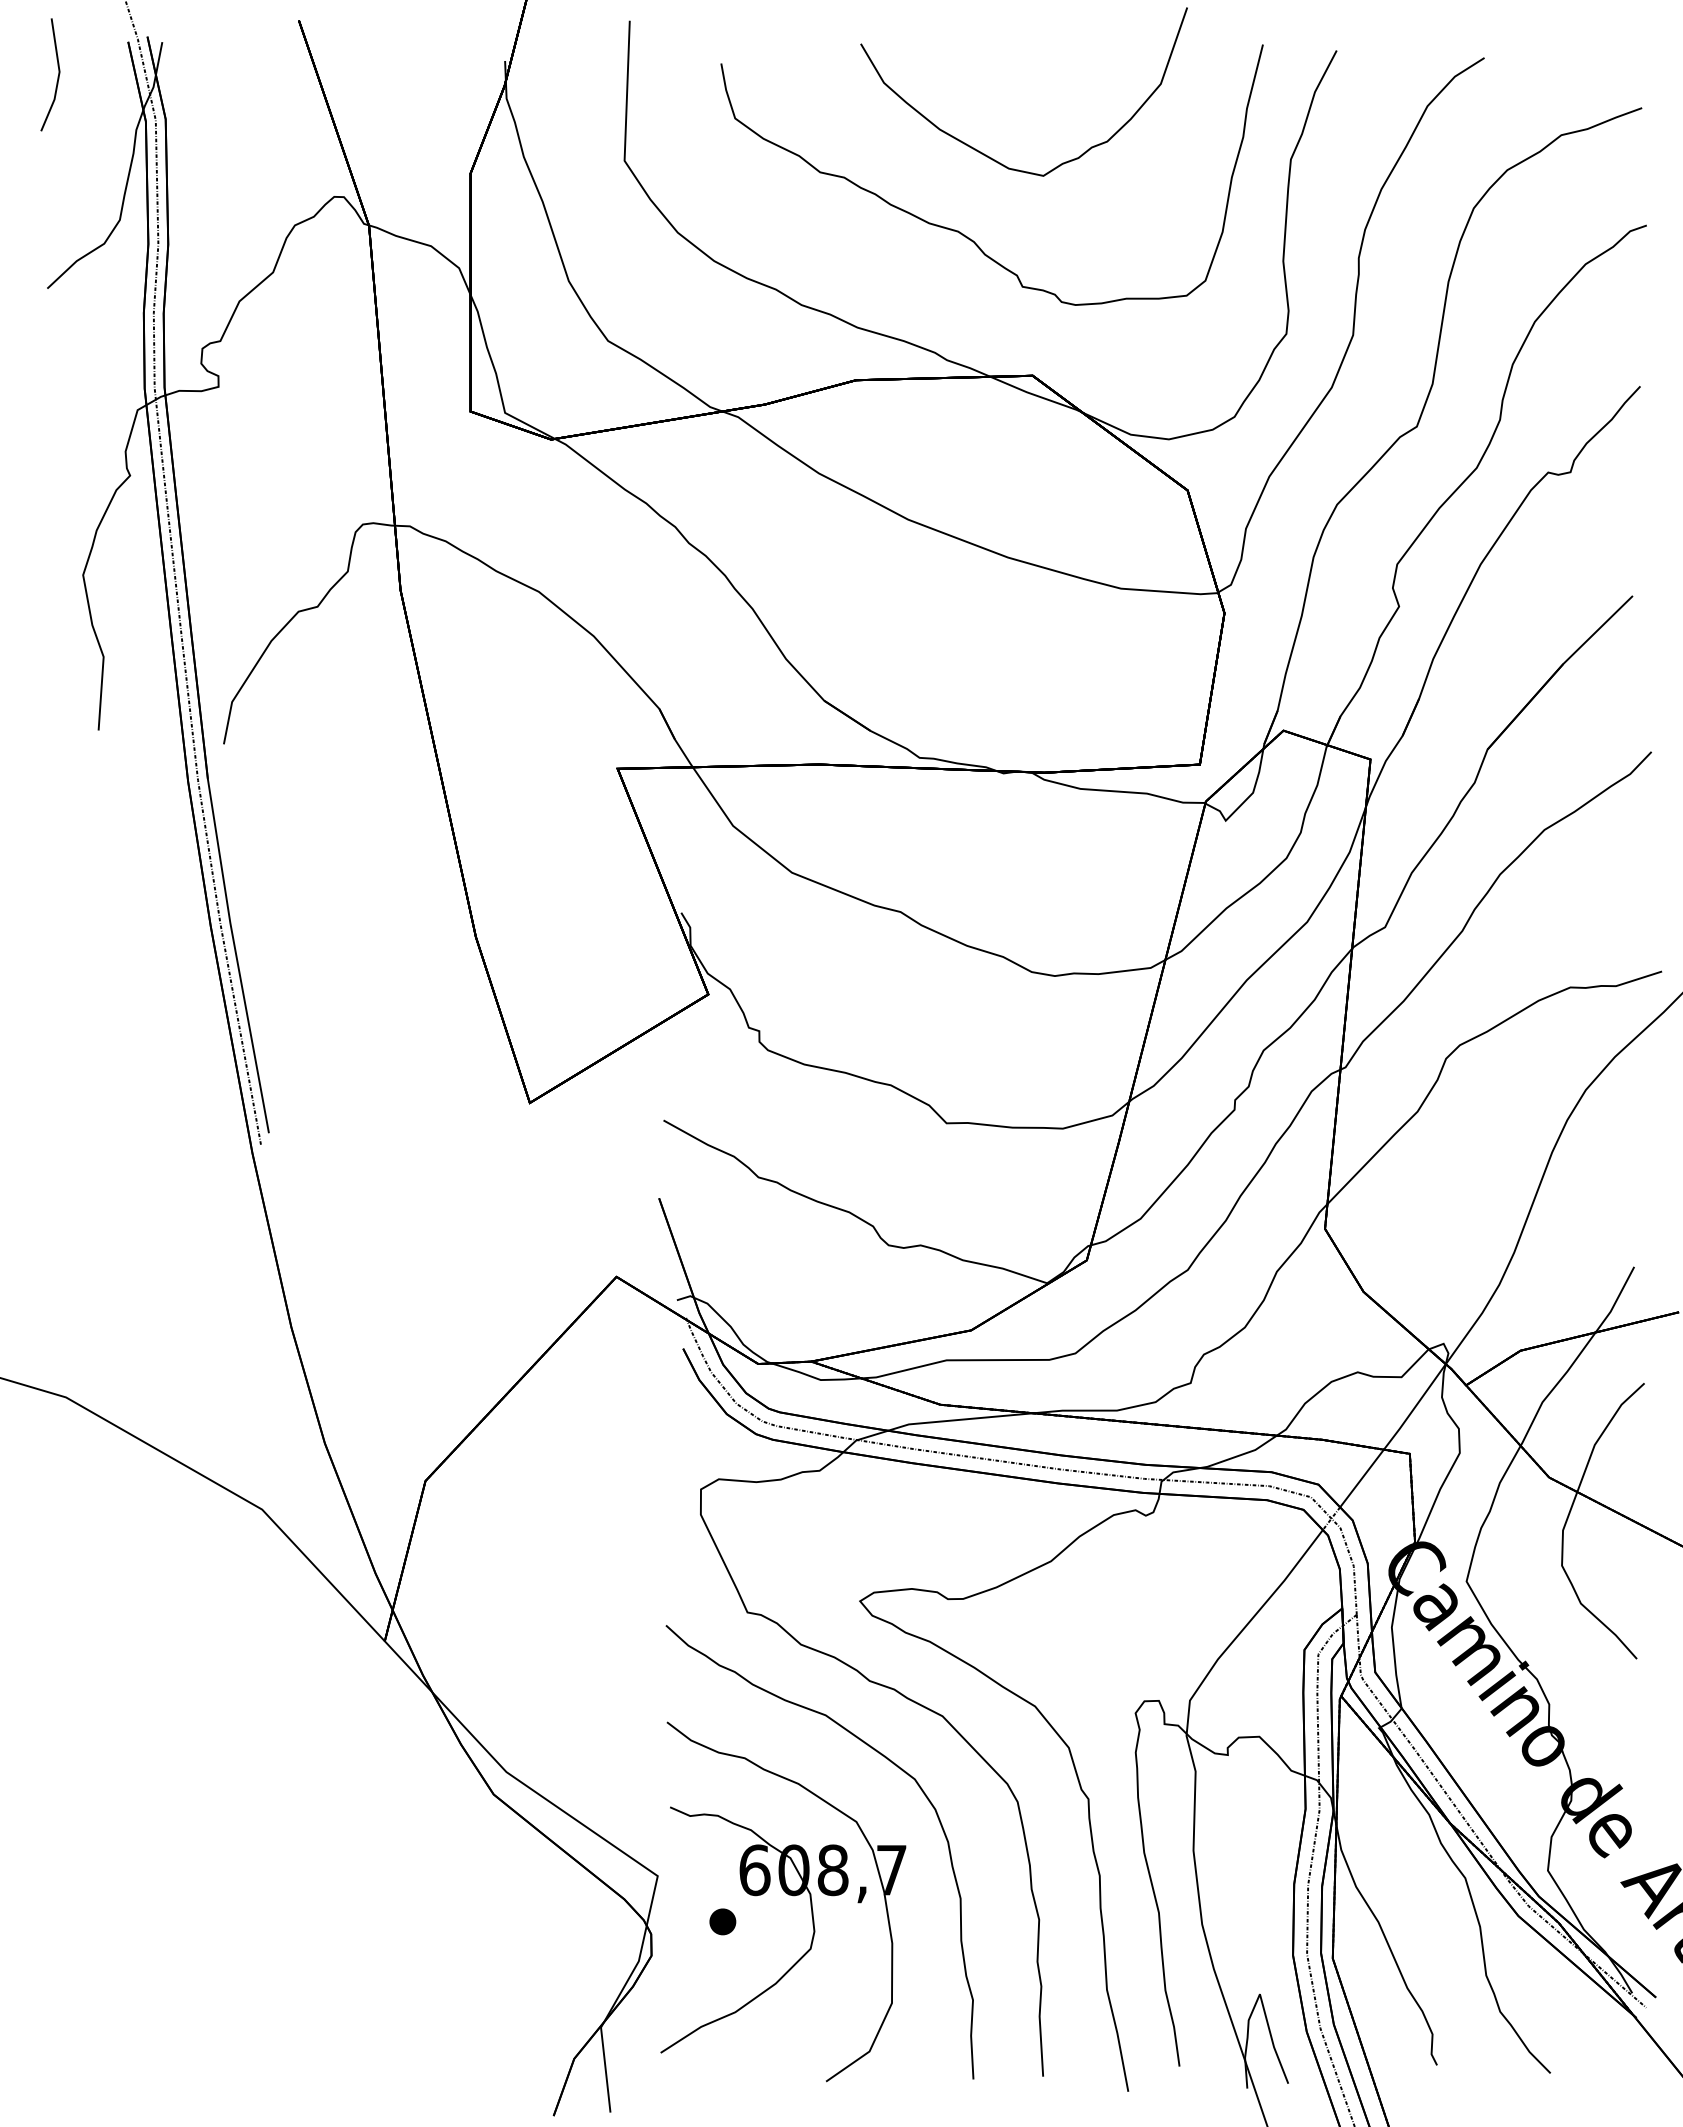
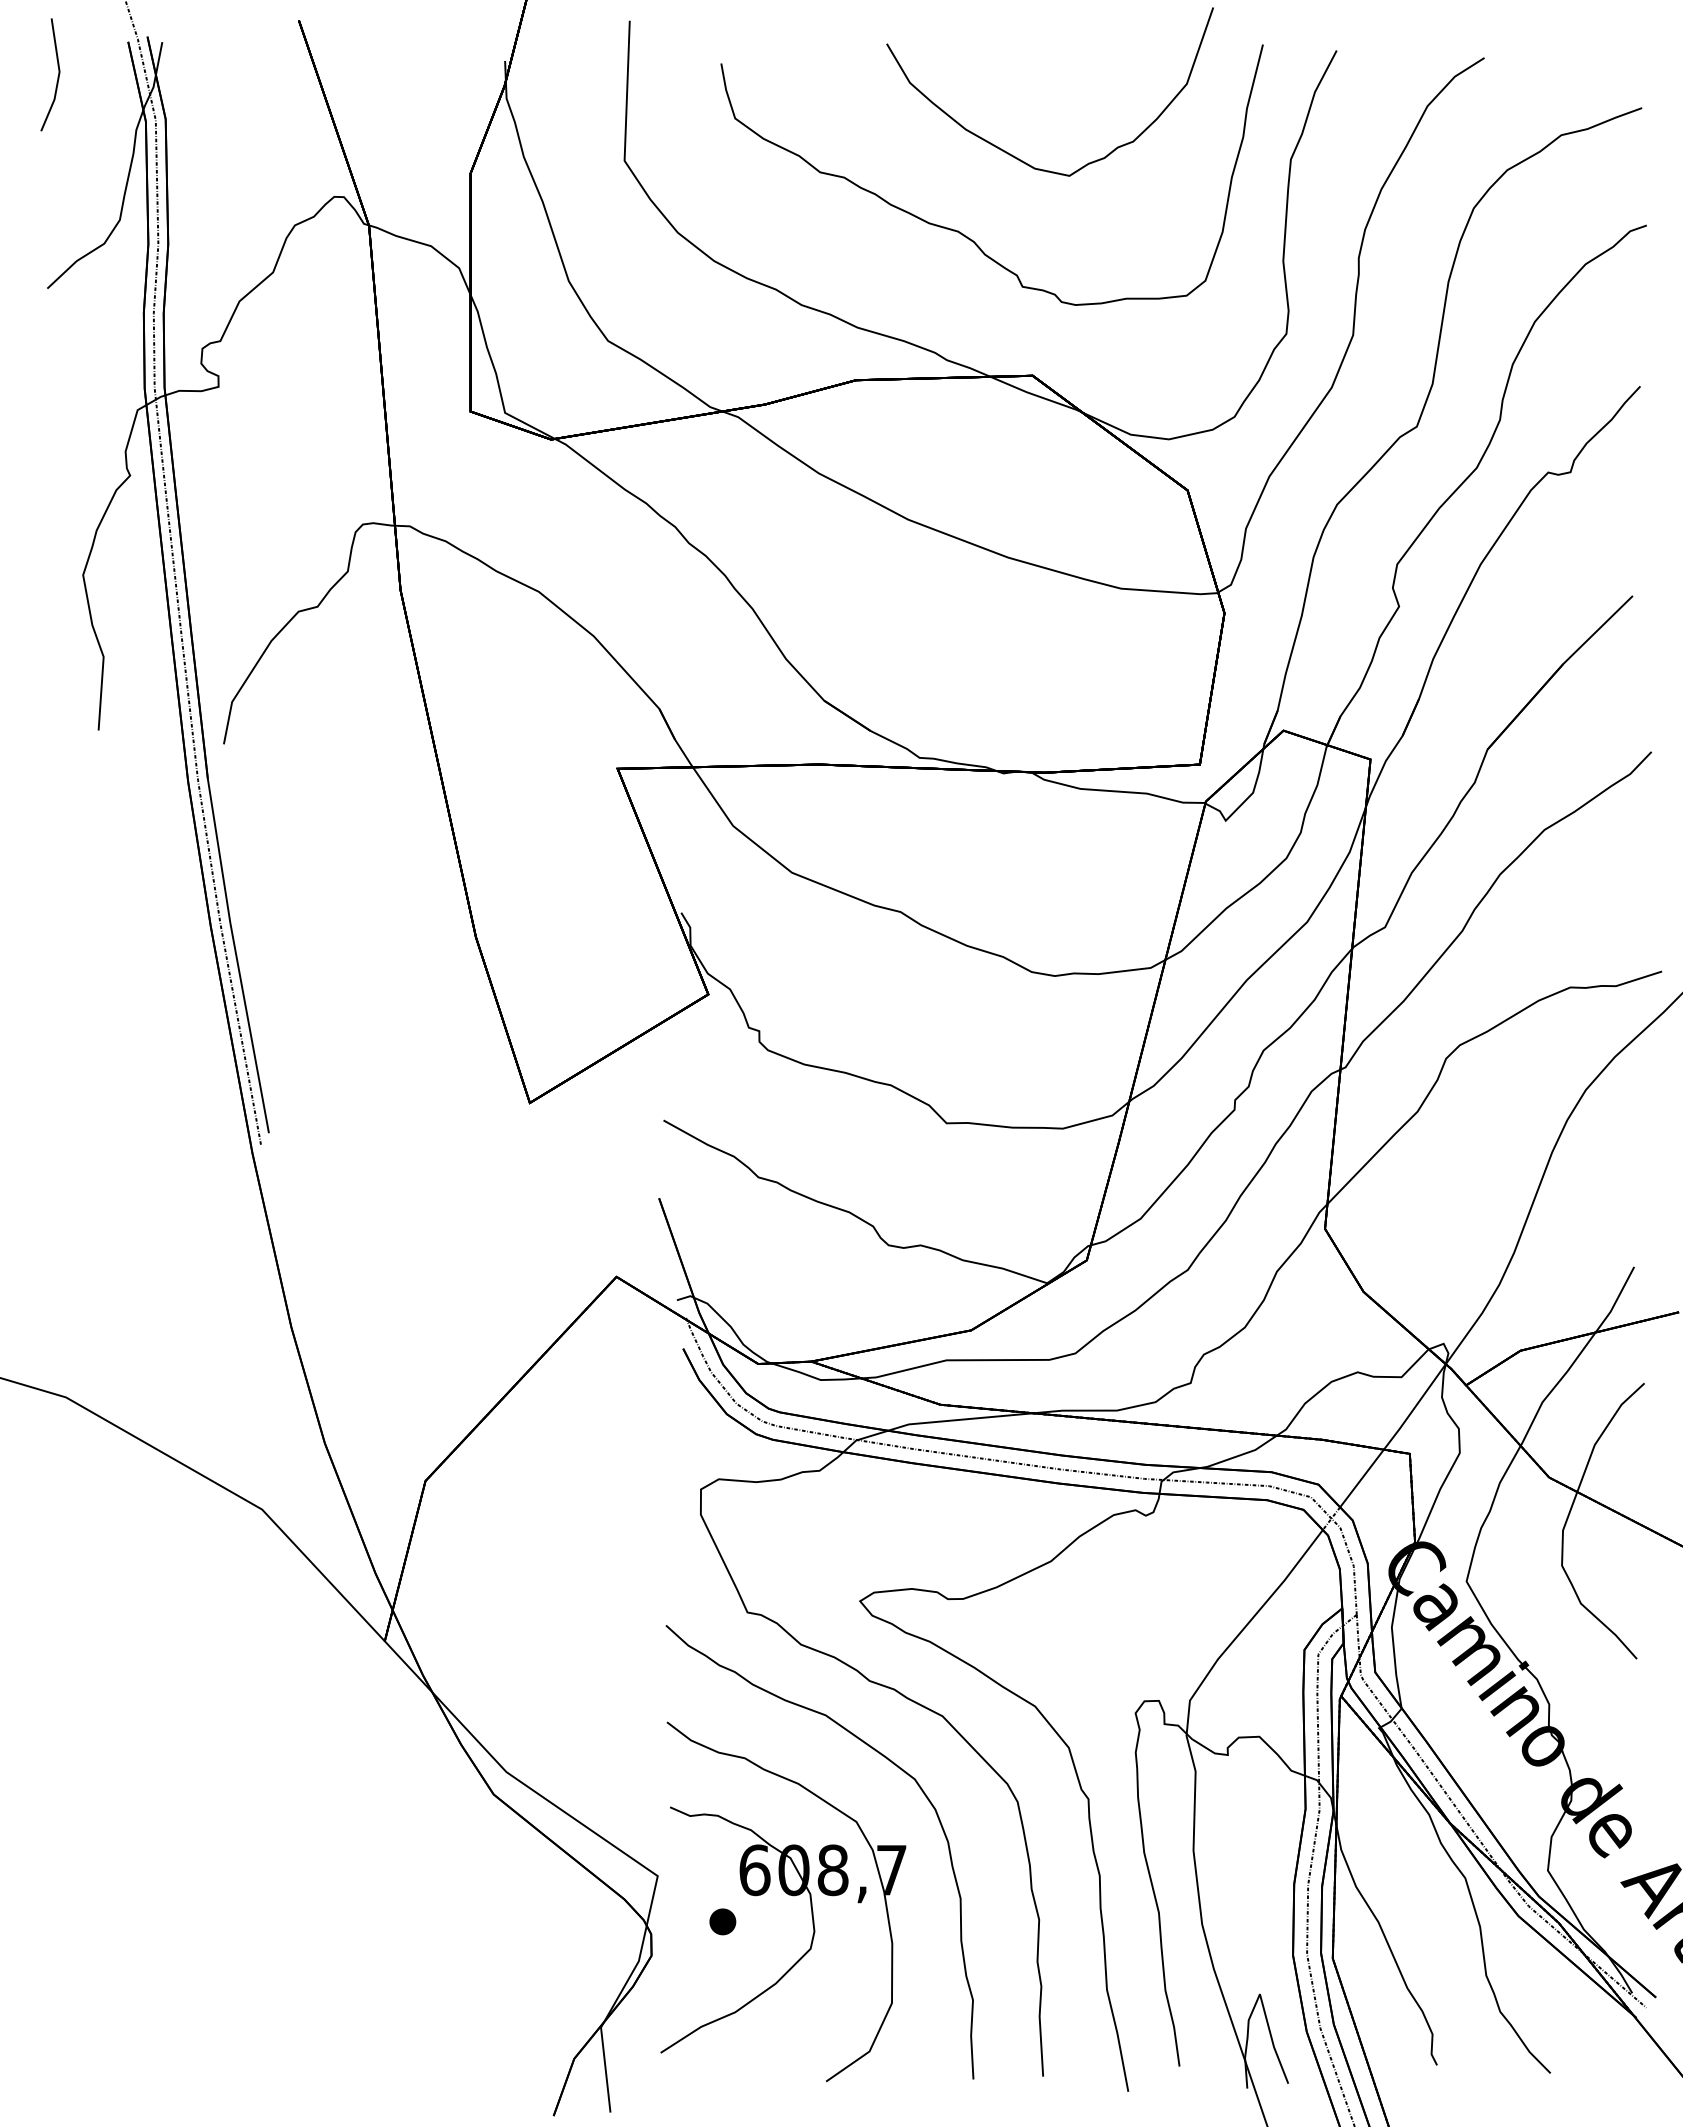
part at (986, 154) position: (986, 154) -> (1012, 154)
